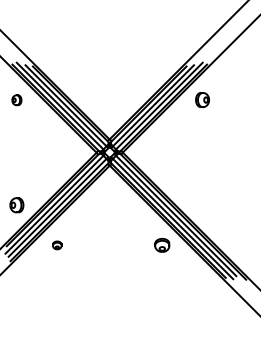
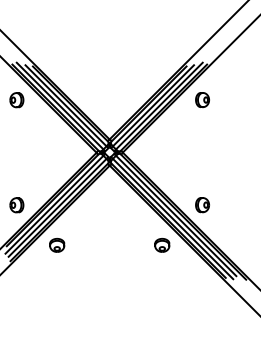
part at (16, 100) size: 12x13 px -> 16x17 px
part at (202, 205): none -> present
part at (57, 245) size: 11x11 px -> 17x15 px
